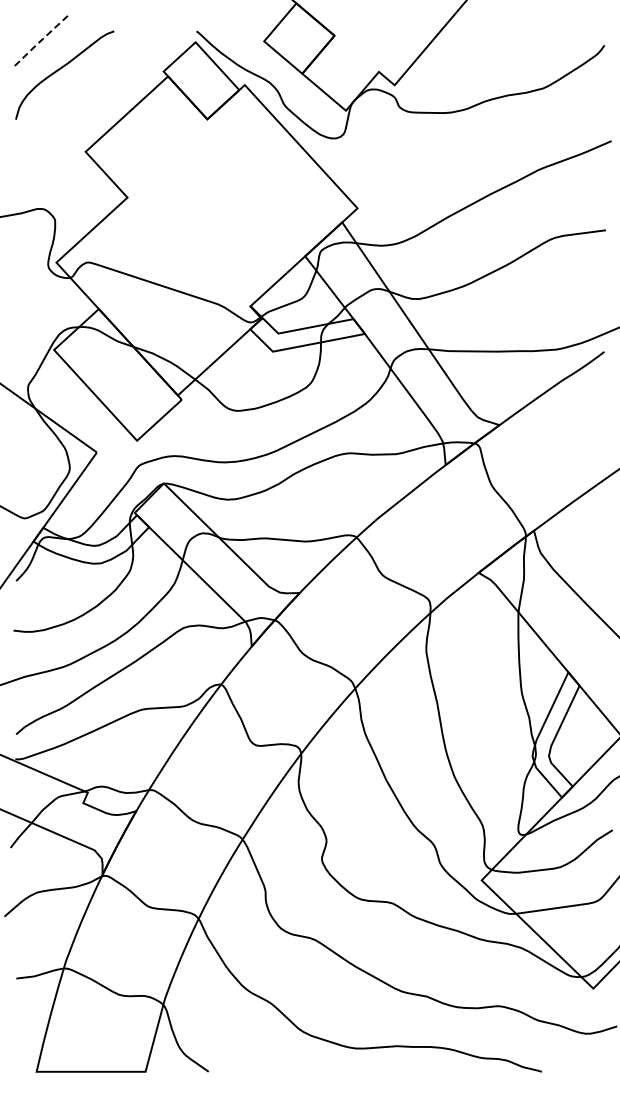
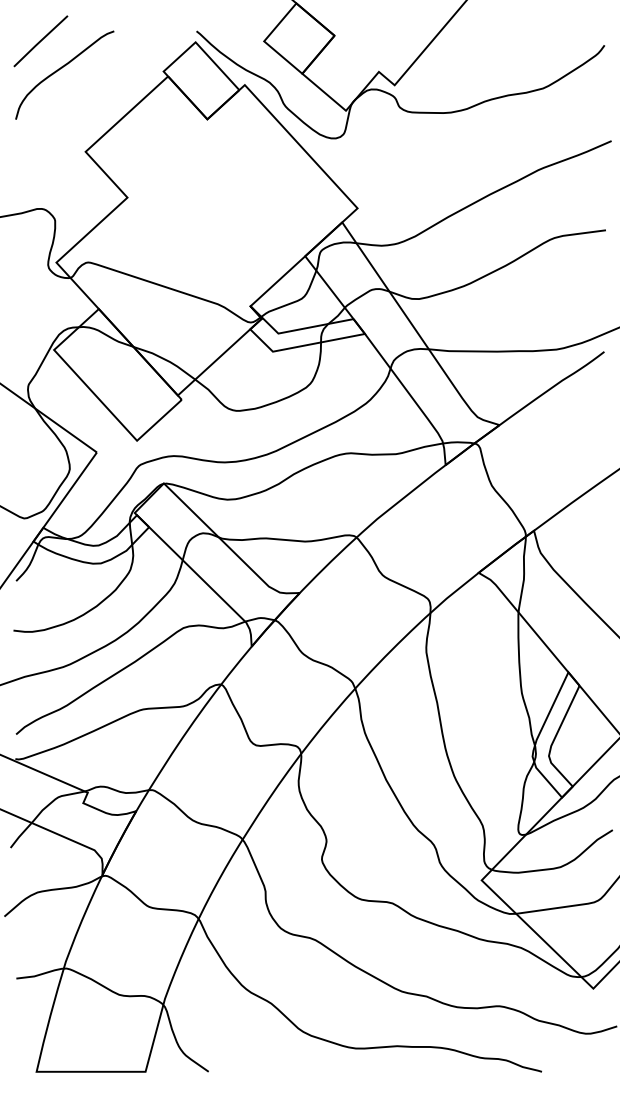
line at (40, 41): dashed -> solid
